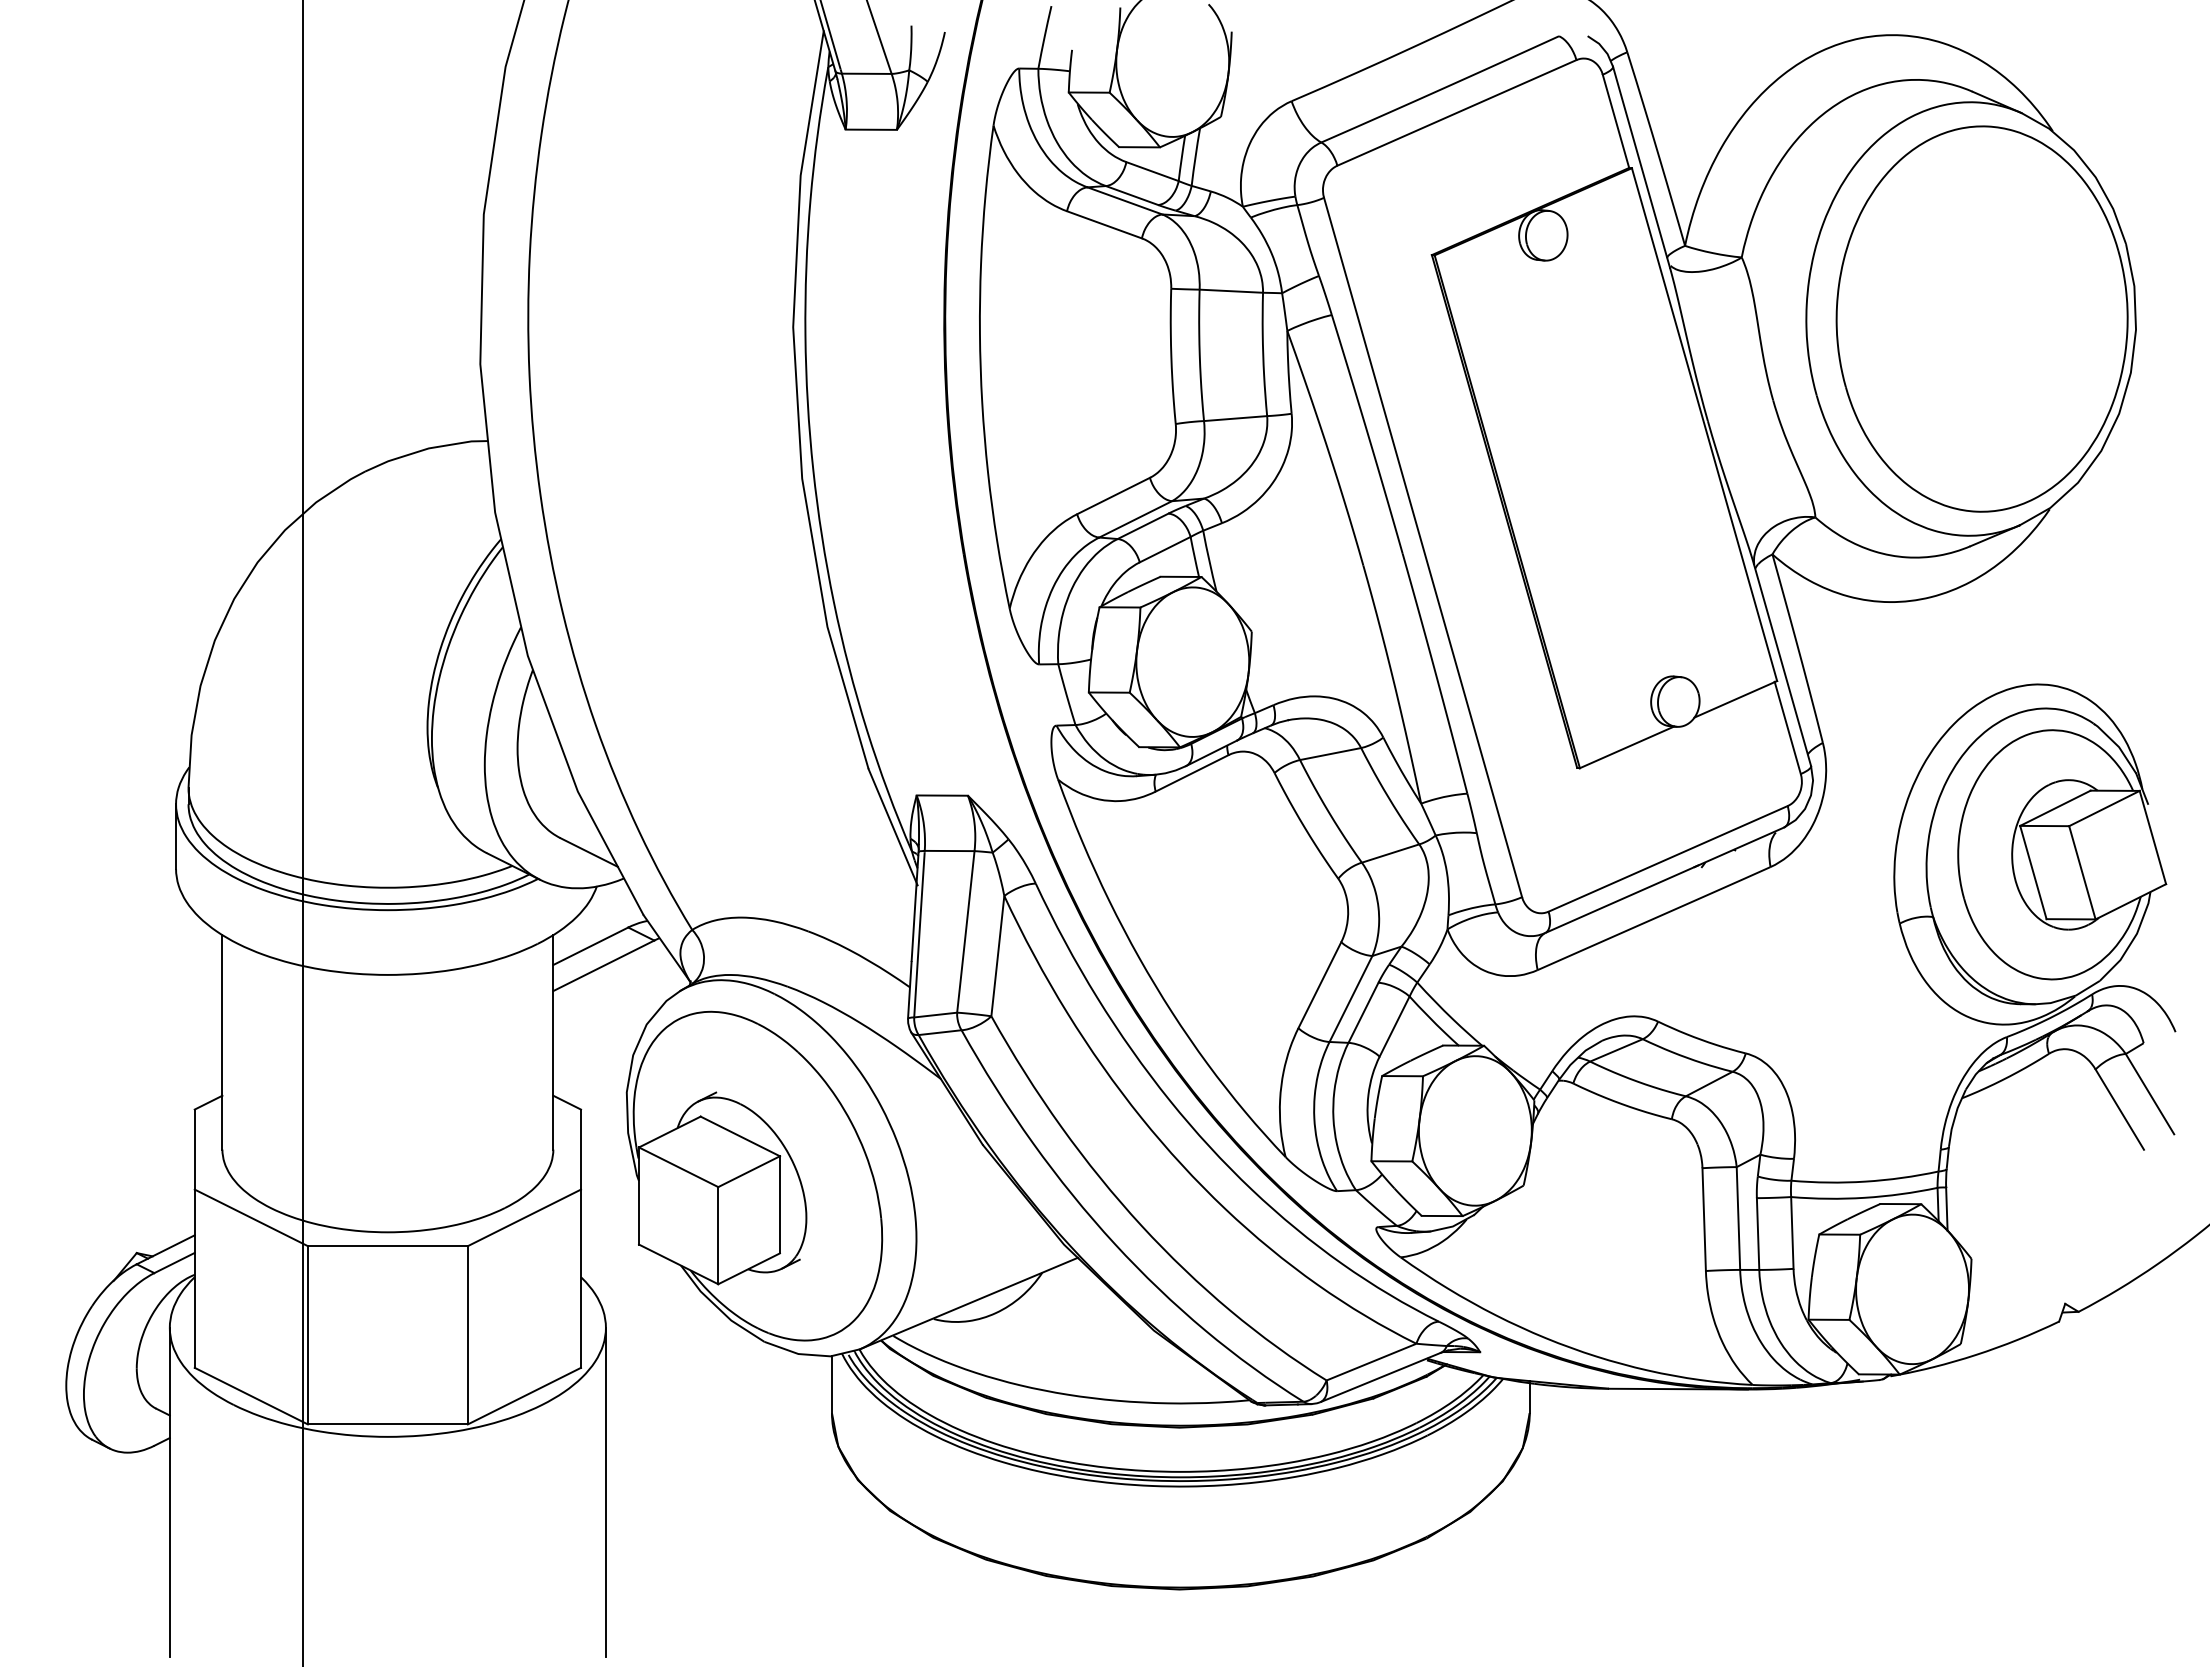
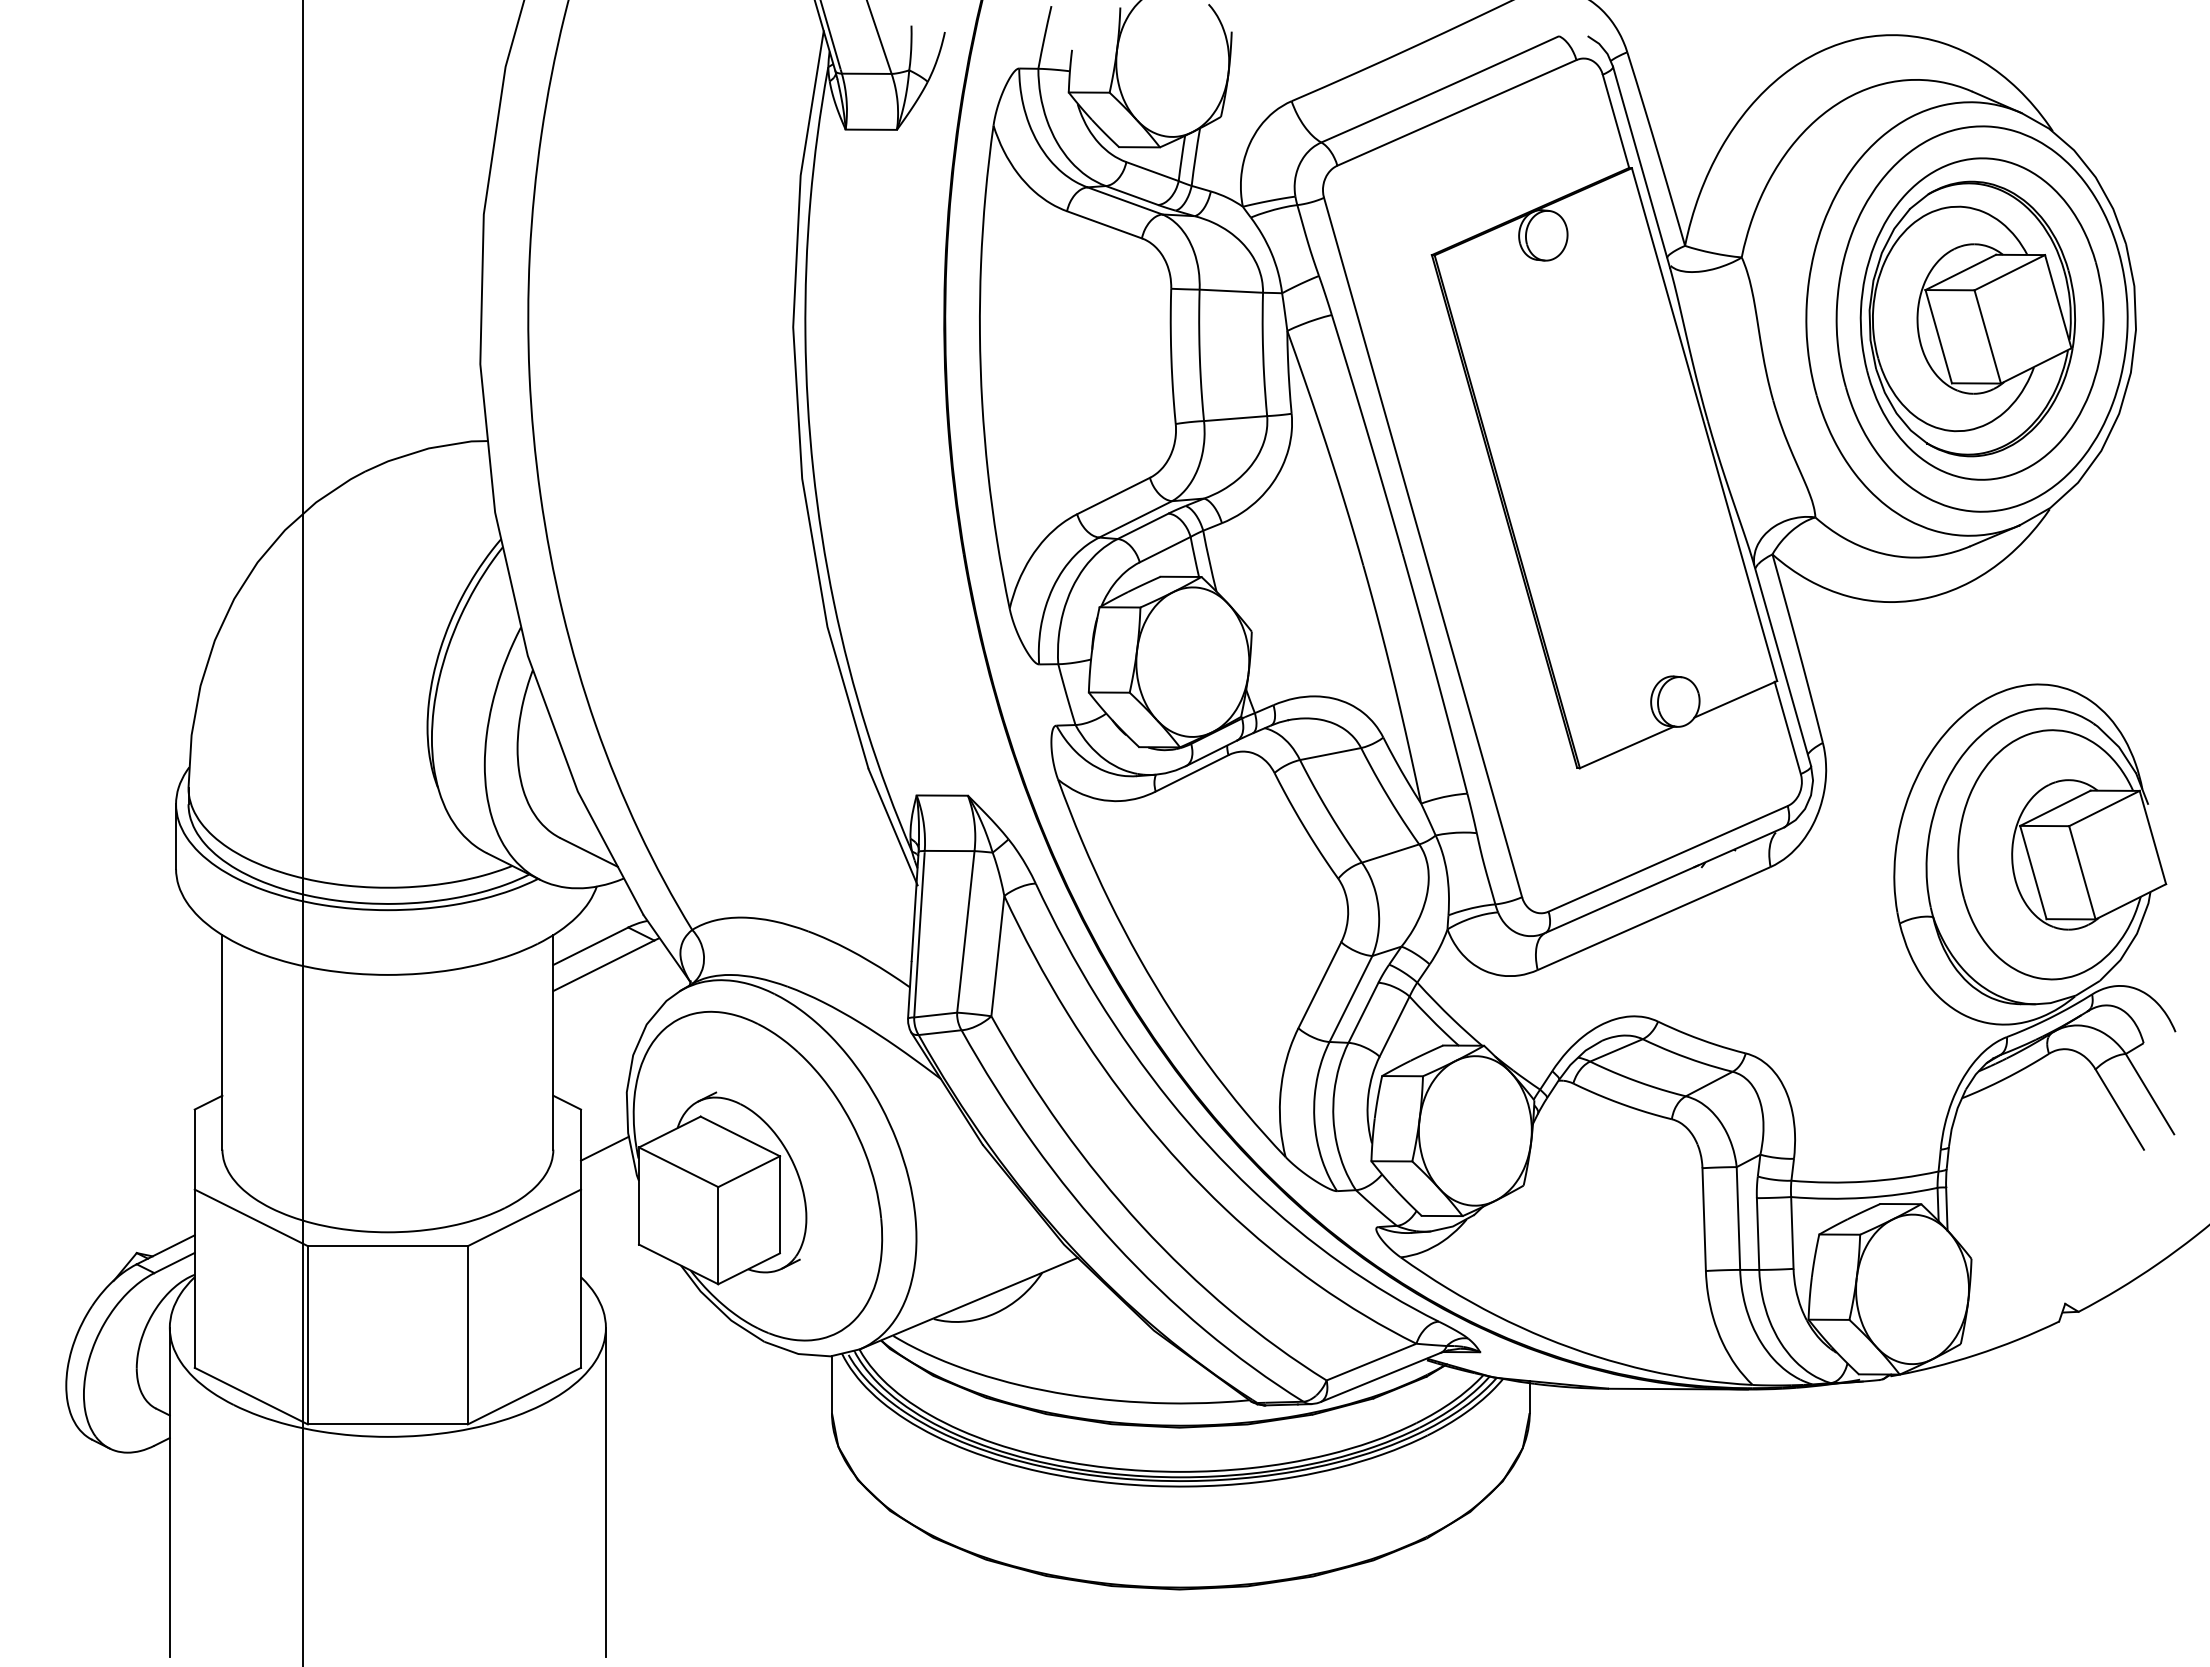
part at (1981, 318): none -> present
line at (604, 1148): none -> present
